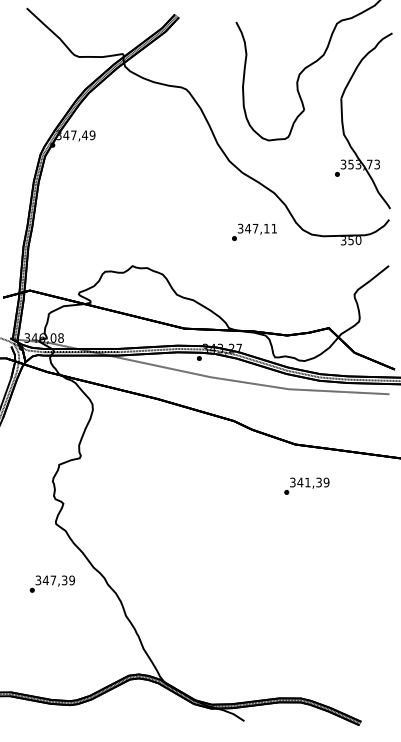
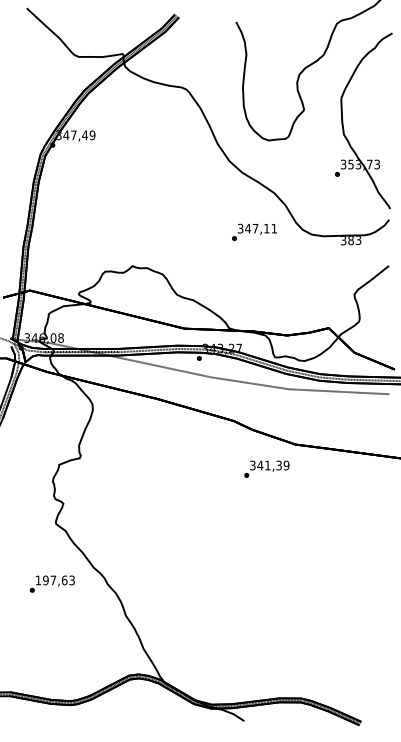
text at (354, 240): 350 -> 383
text at (306, 485) position: (306, 485) -> (266, 468)
text at (54, 580): 347,39 -> 197,63
